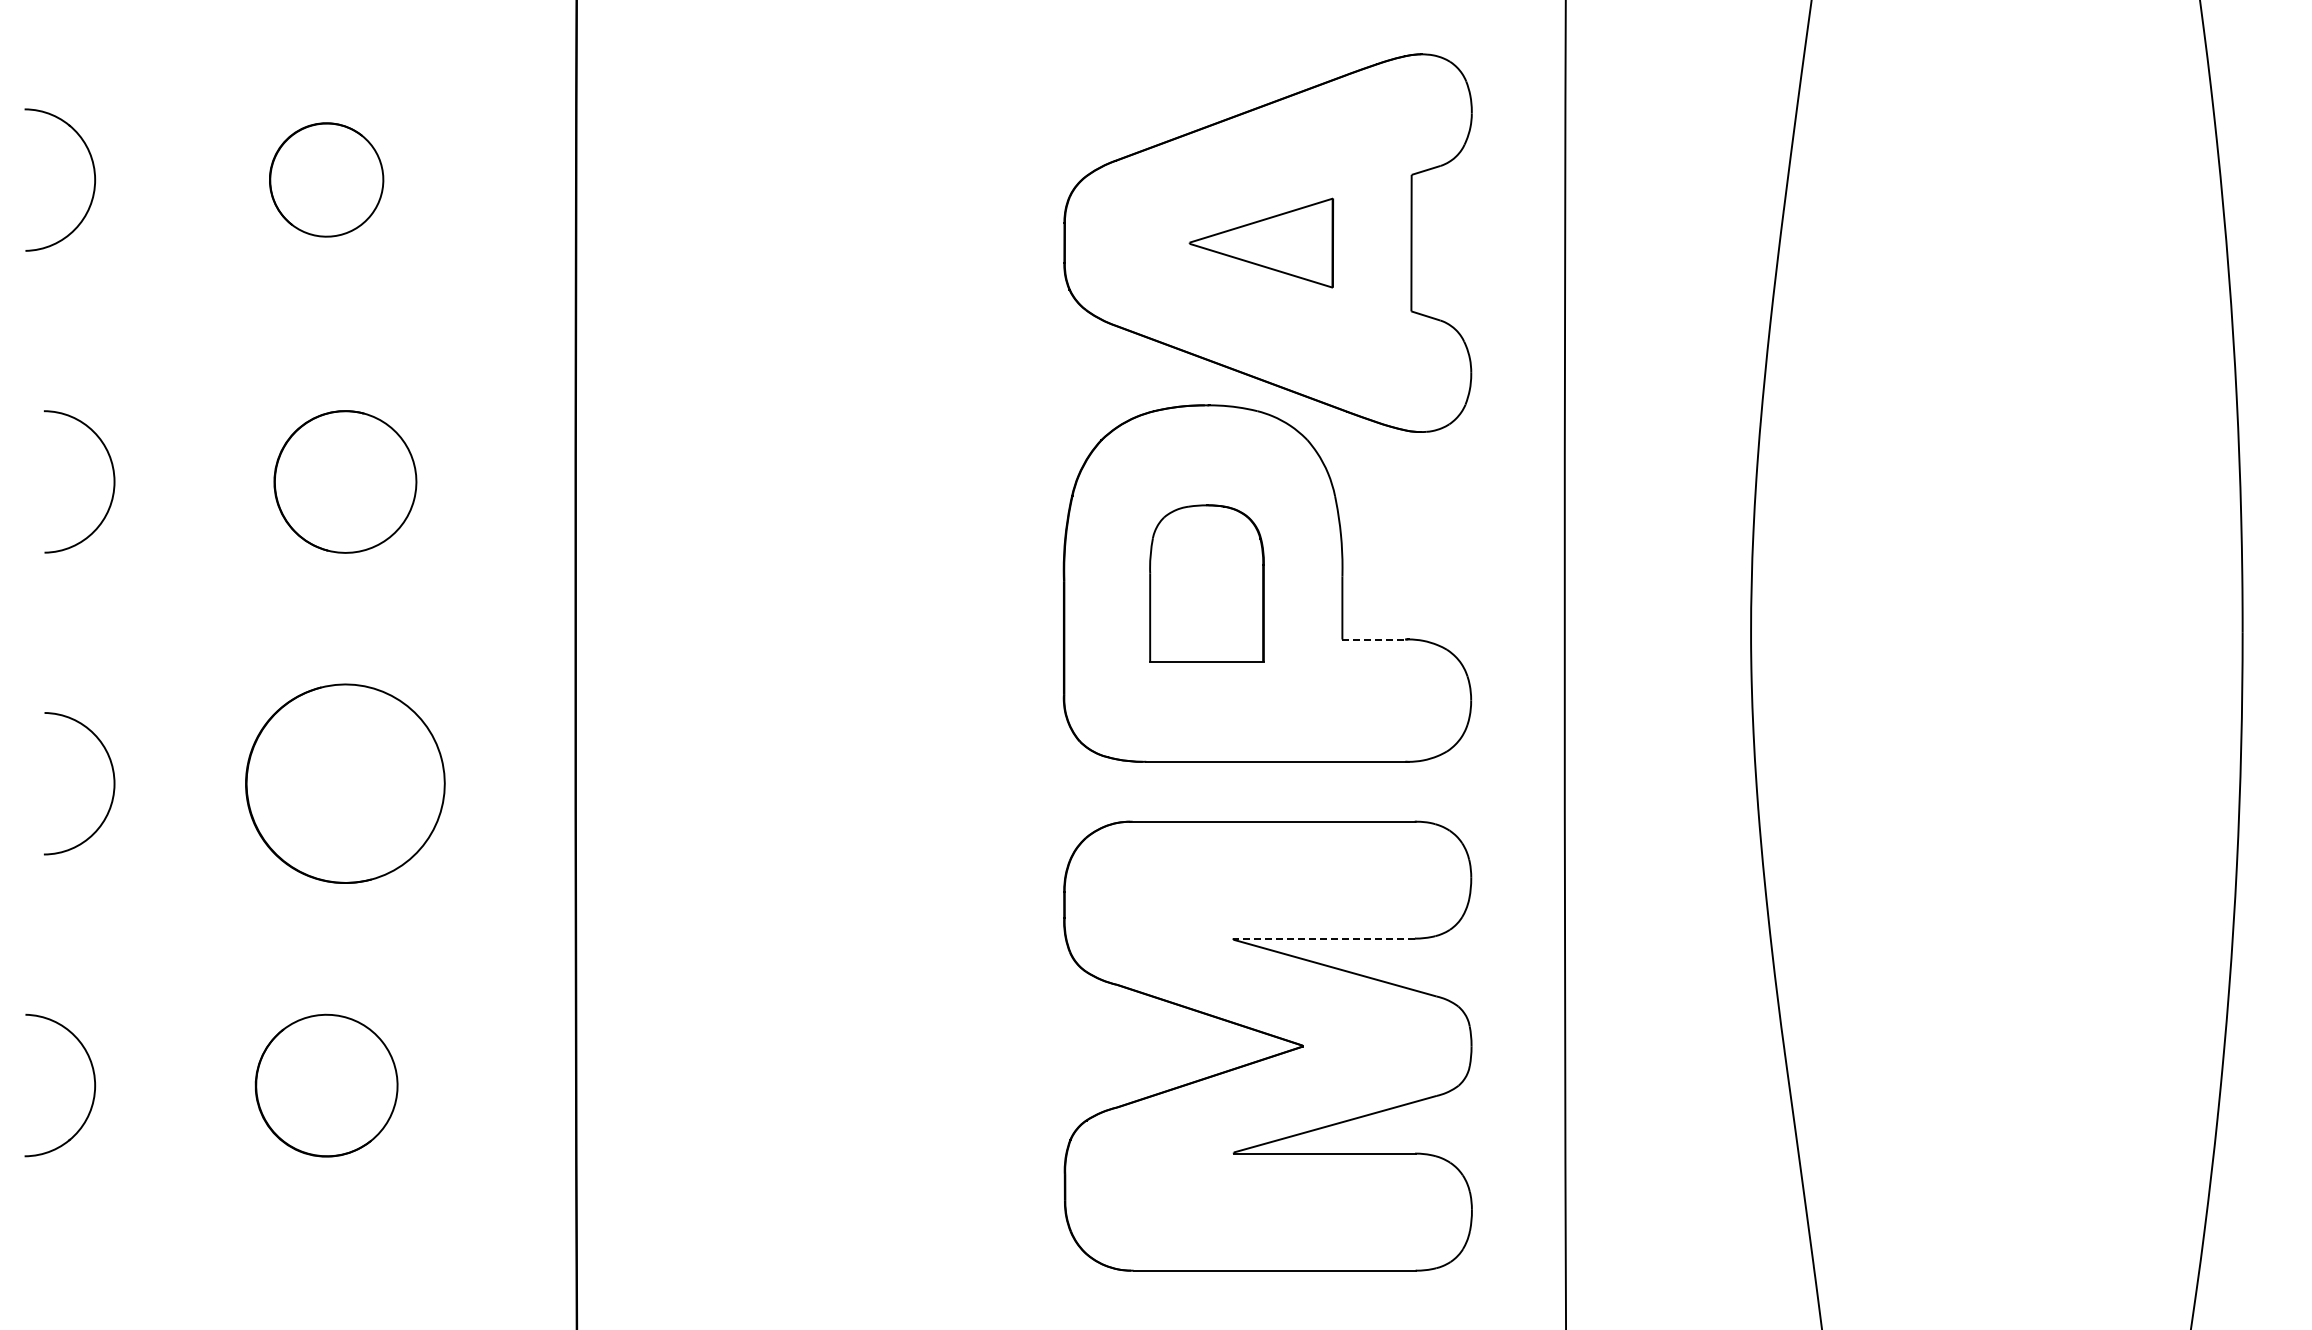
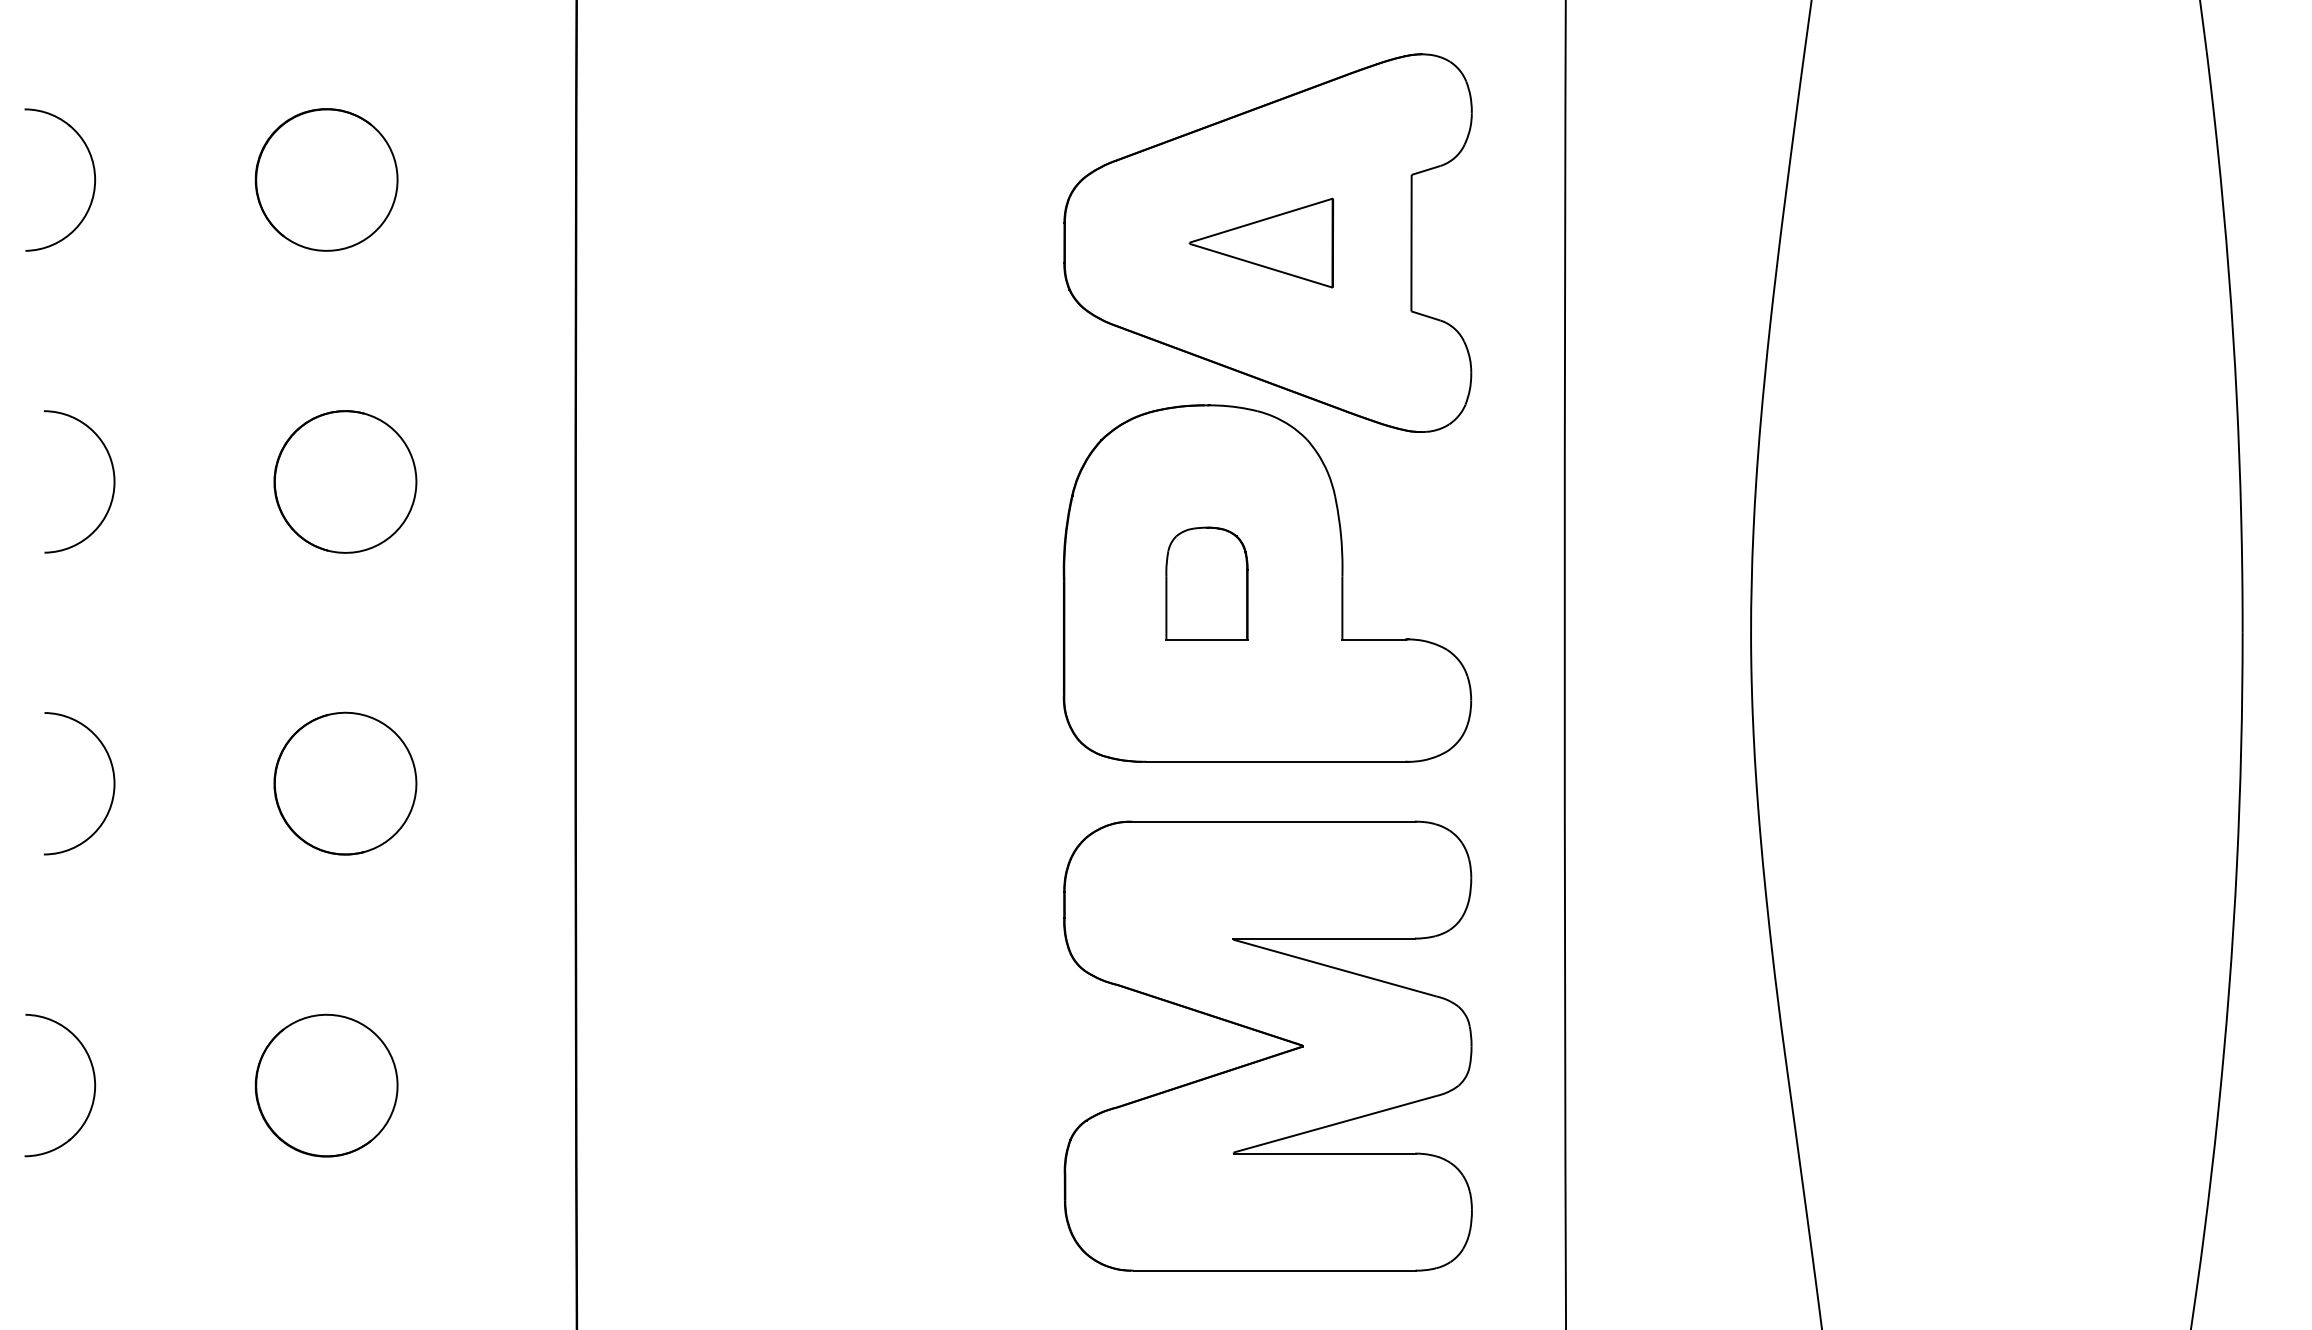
part at (326, 179) size: 116x116 px -> 145x144 px
part at (1206, 583) size: 116x159 px -> 84x115 px
line at (1374, 639): dashed -> solid
part at (345, 783) size: 201x201 px -> 145x145 px
line at (1324, 938): dashed -> solid
